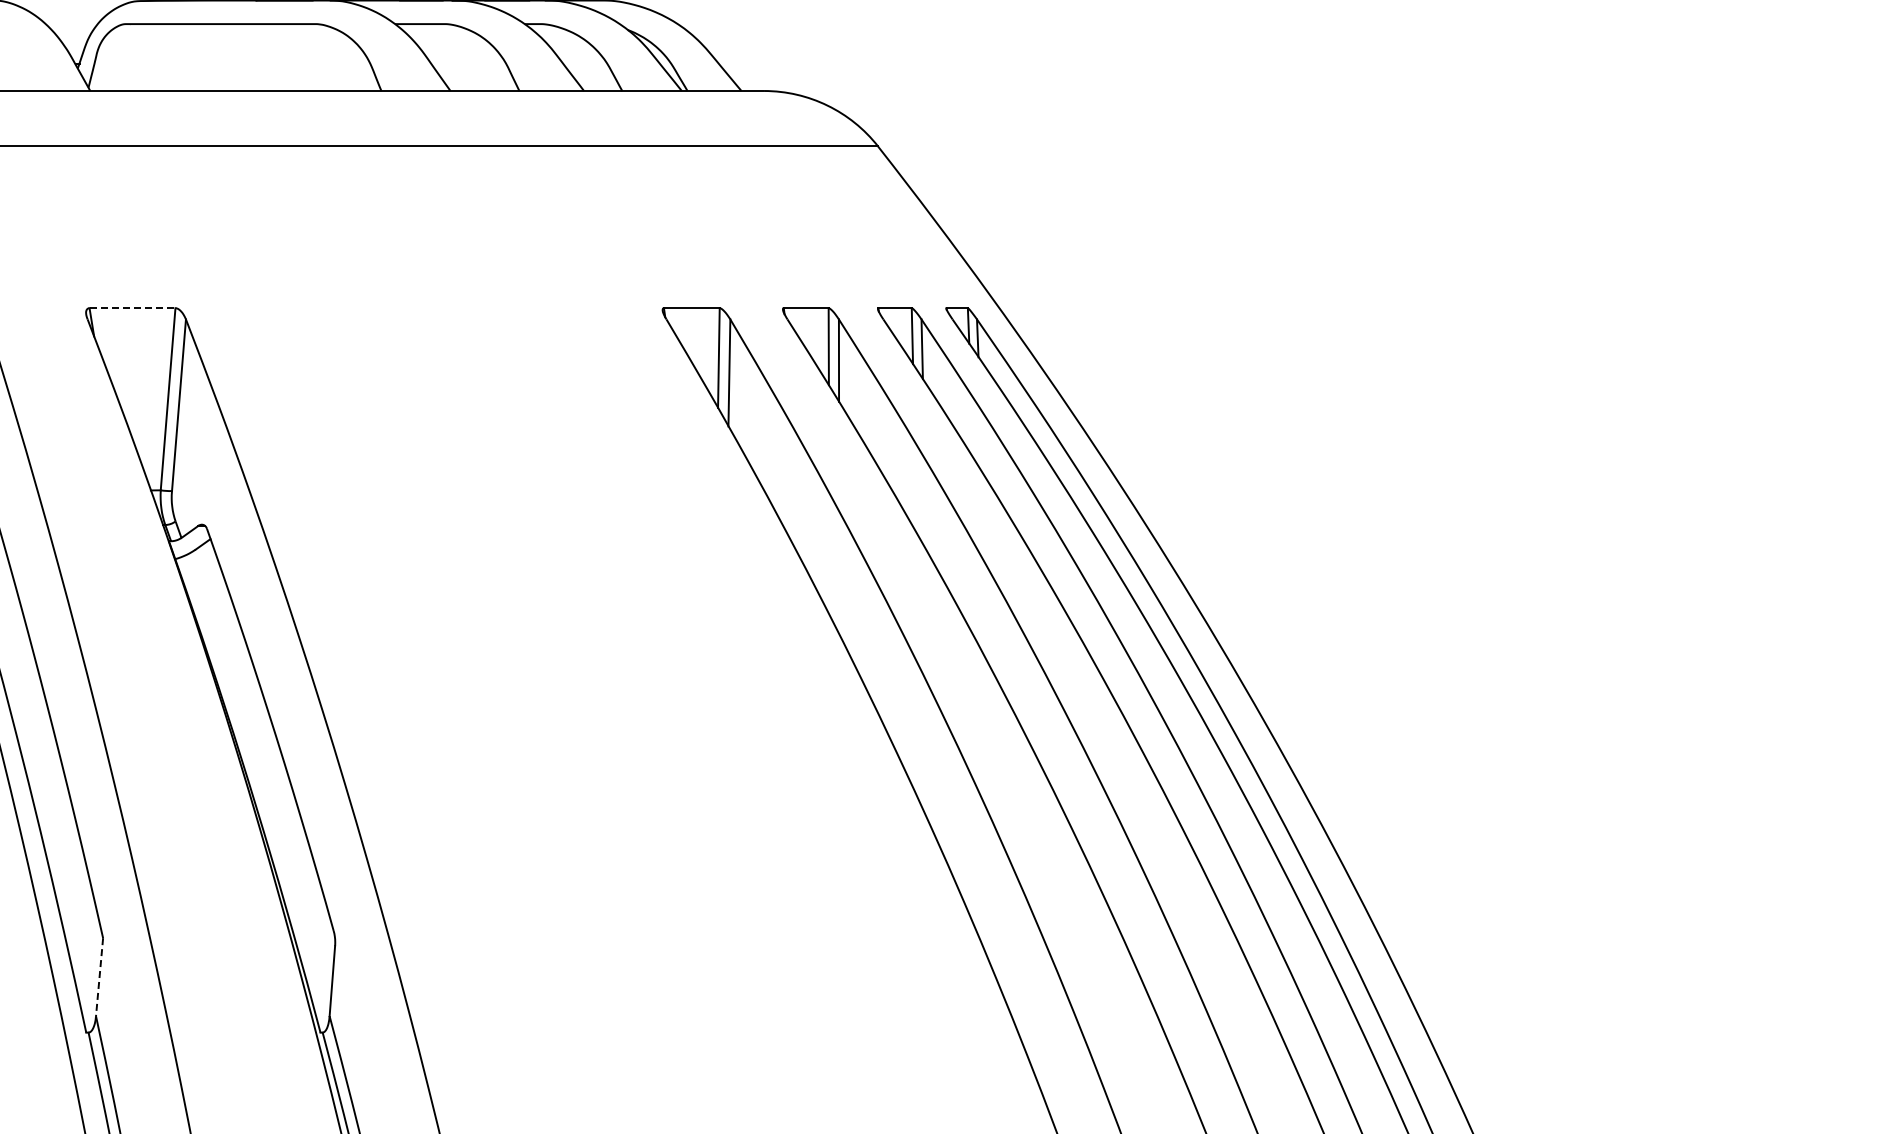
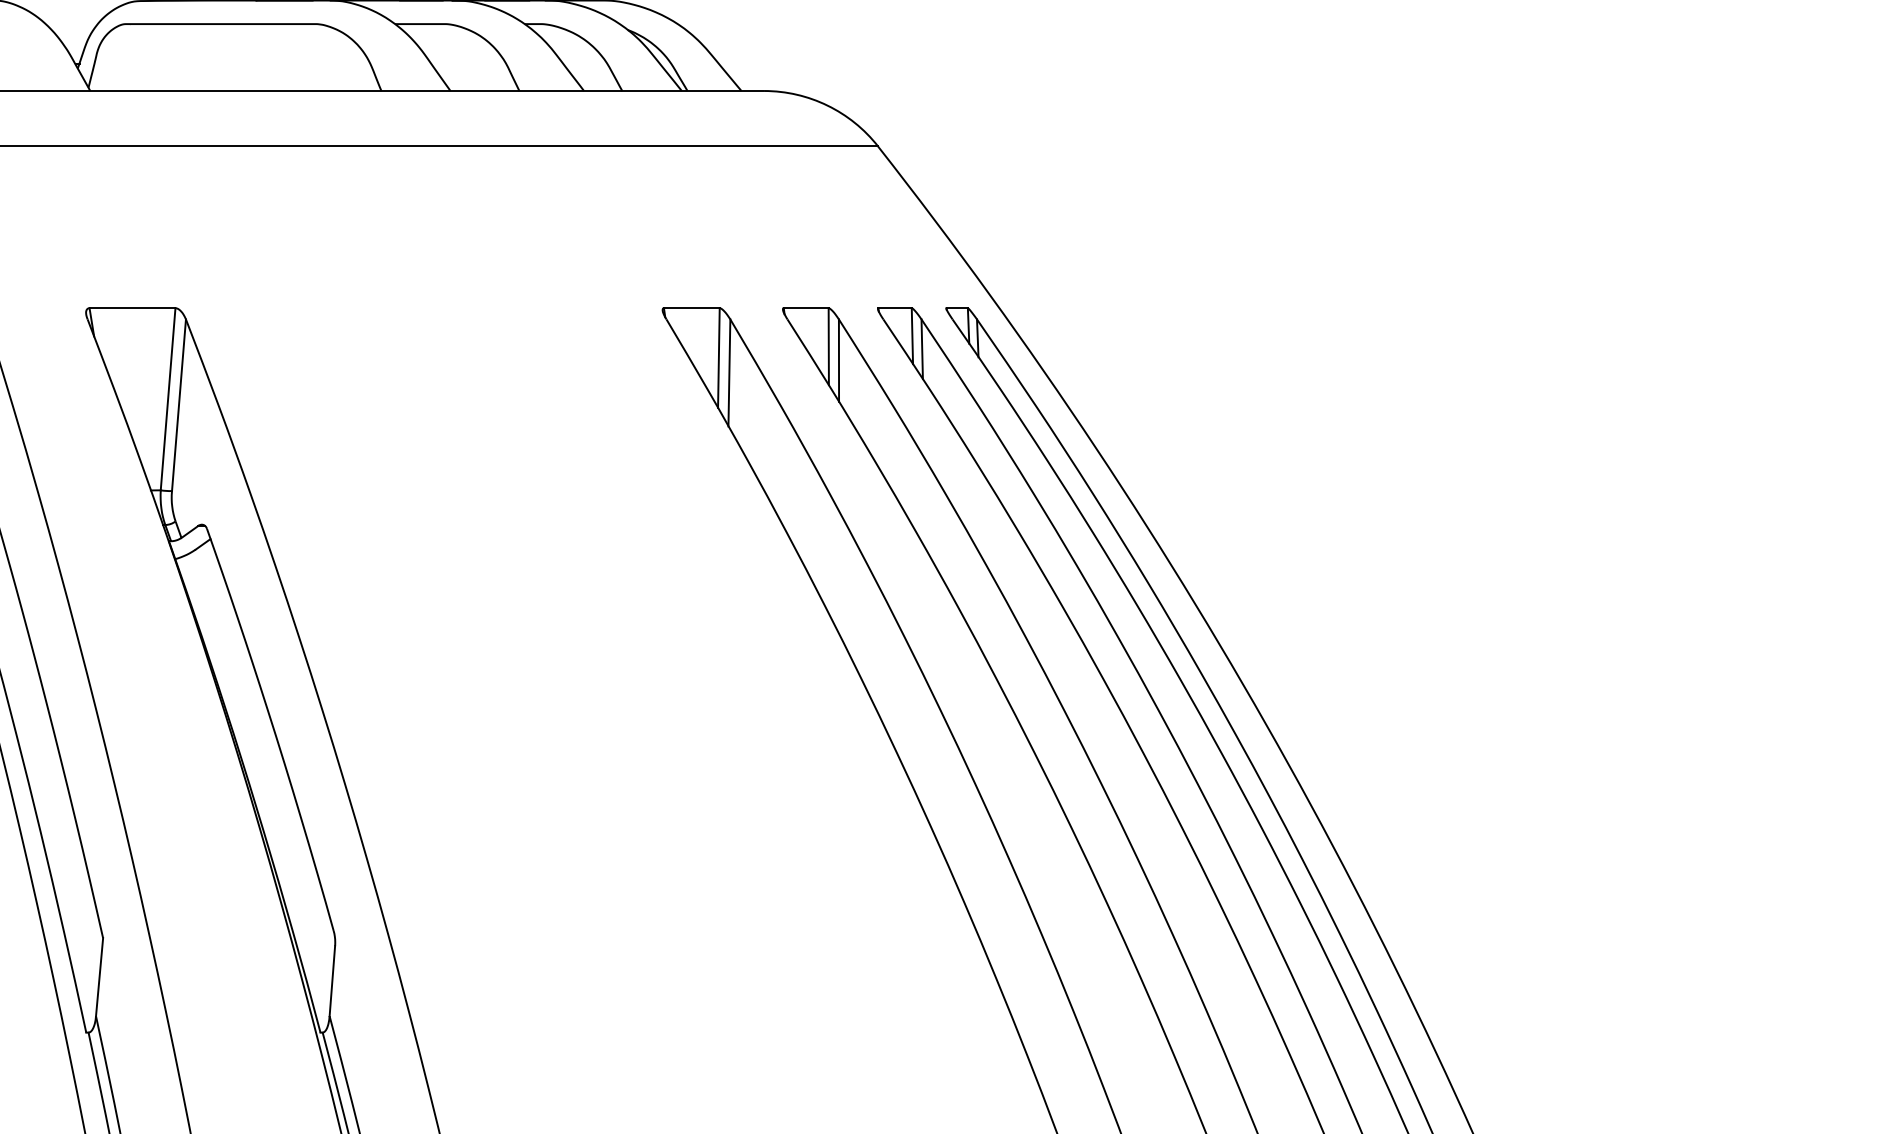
line at (132, 308): dashed -> solid
line at (99, 977): dashed -> solid
